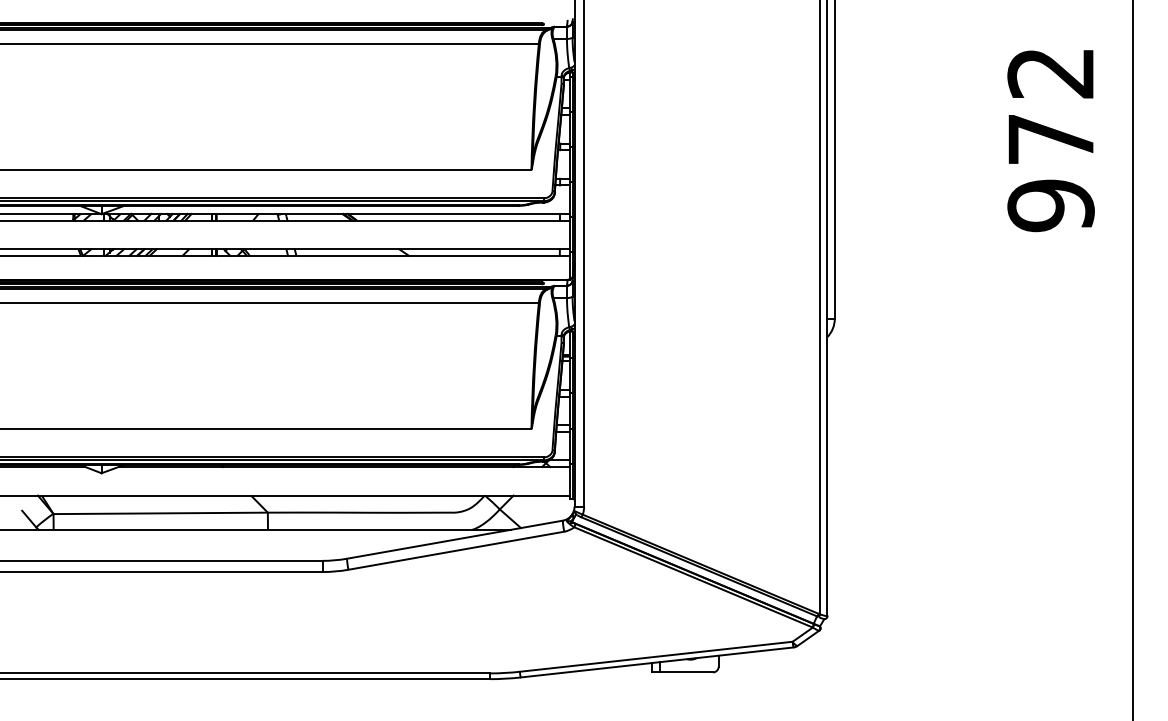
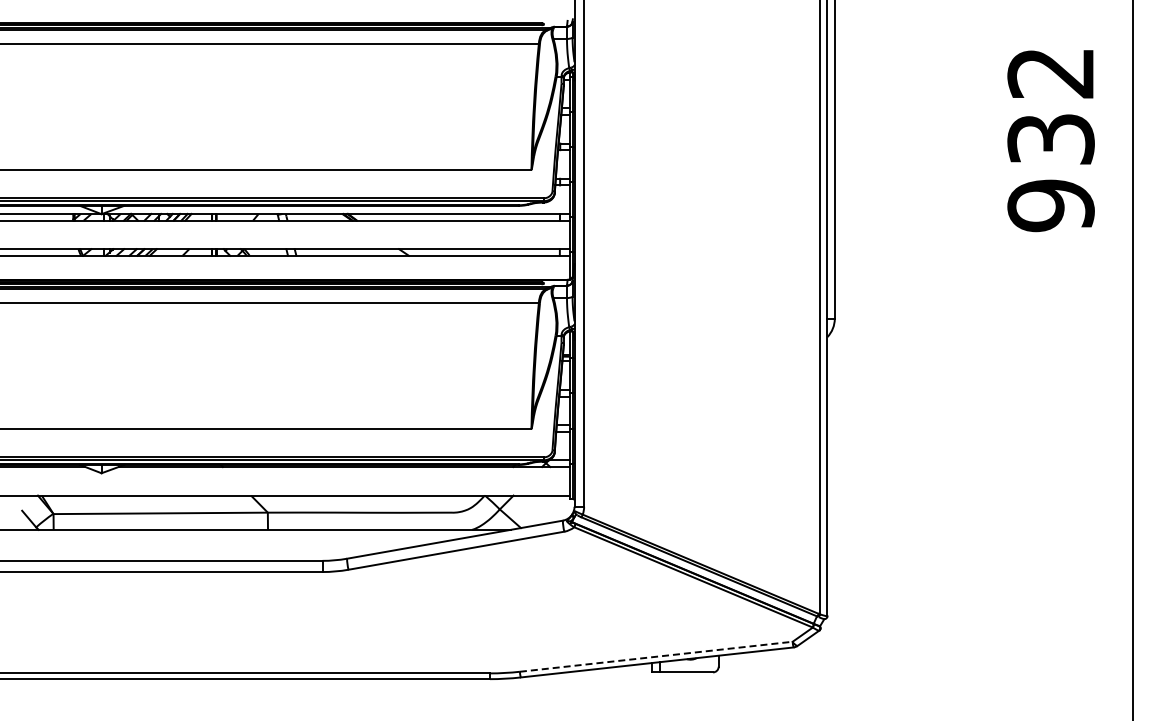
text at (1050, 139): 972 -> 932
line at (656, 656): solid -> dashed
